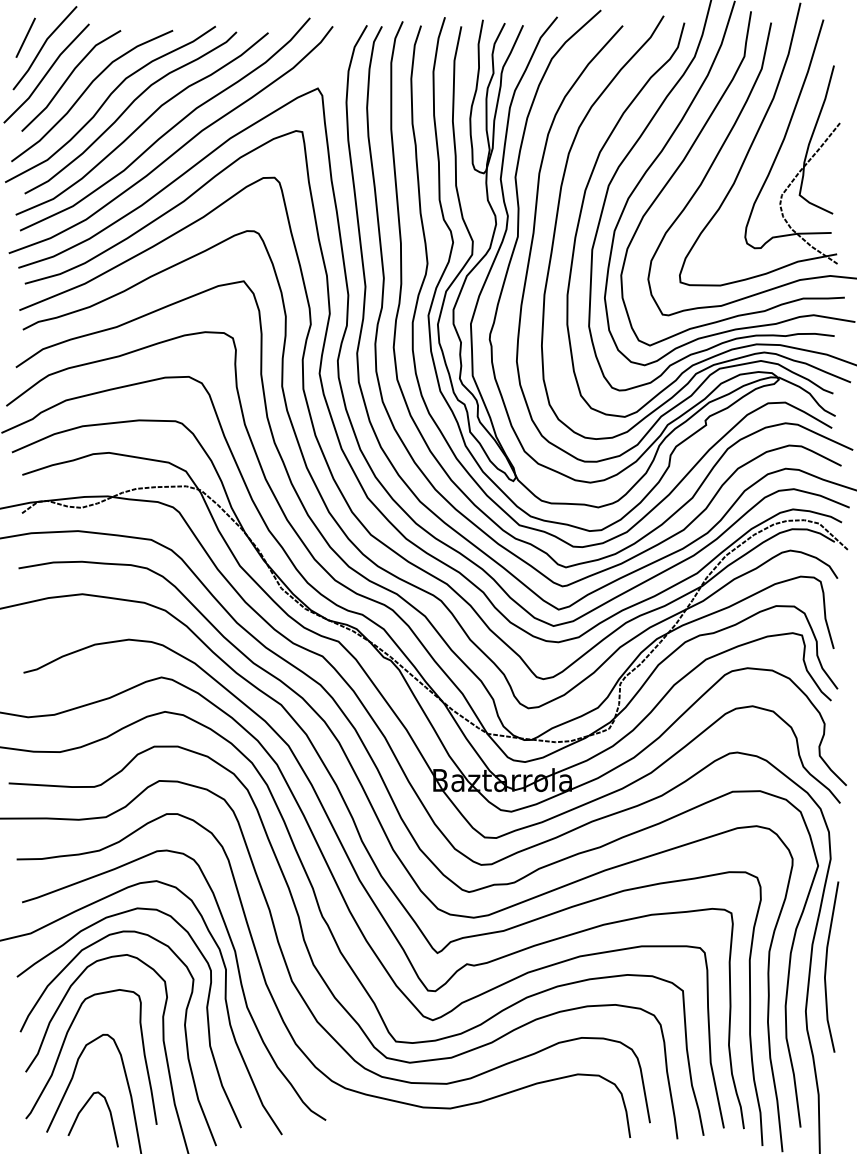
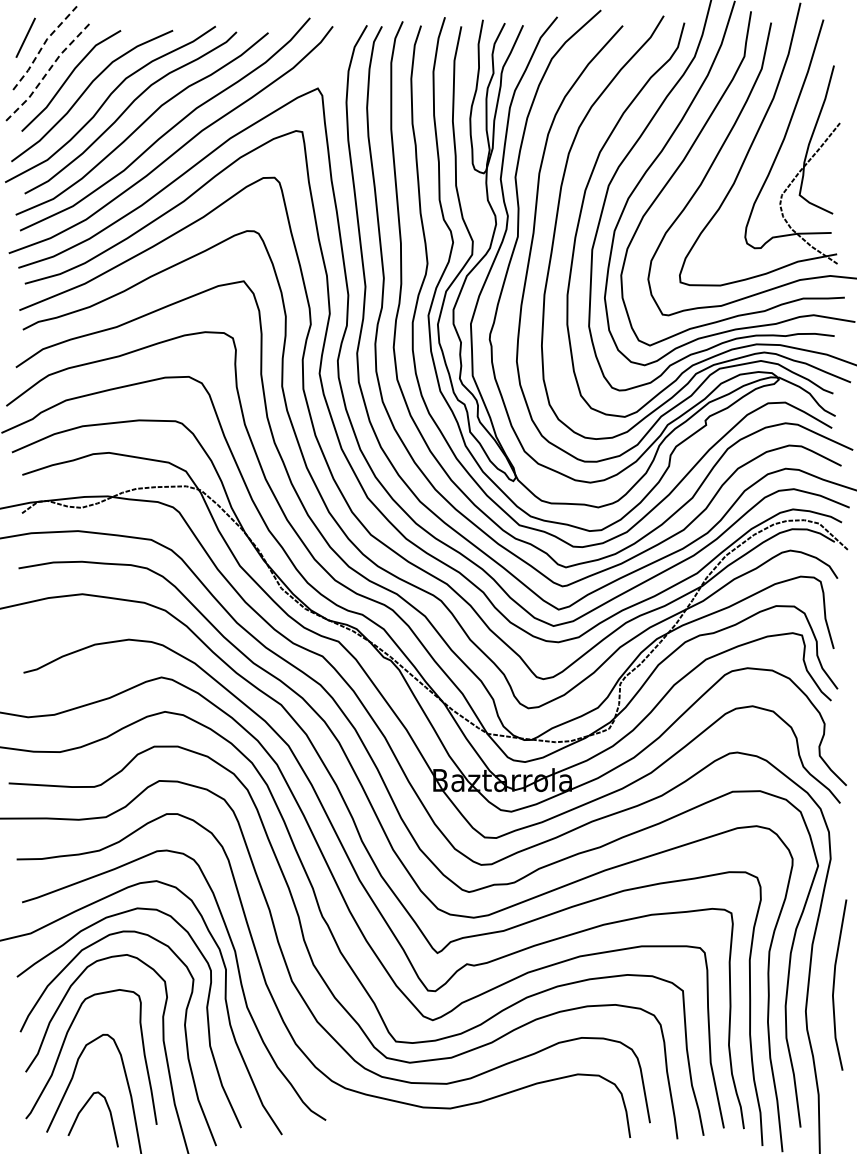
line at (43, 45): solid -> dashed
line at (46, 74): solid -> dashed
line at (826, 966) position: (826, 966) -> (834, 984)
